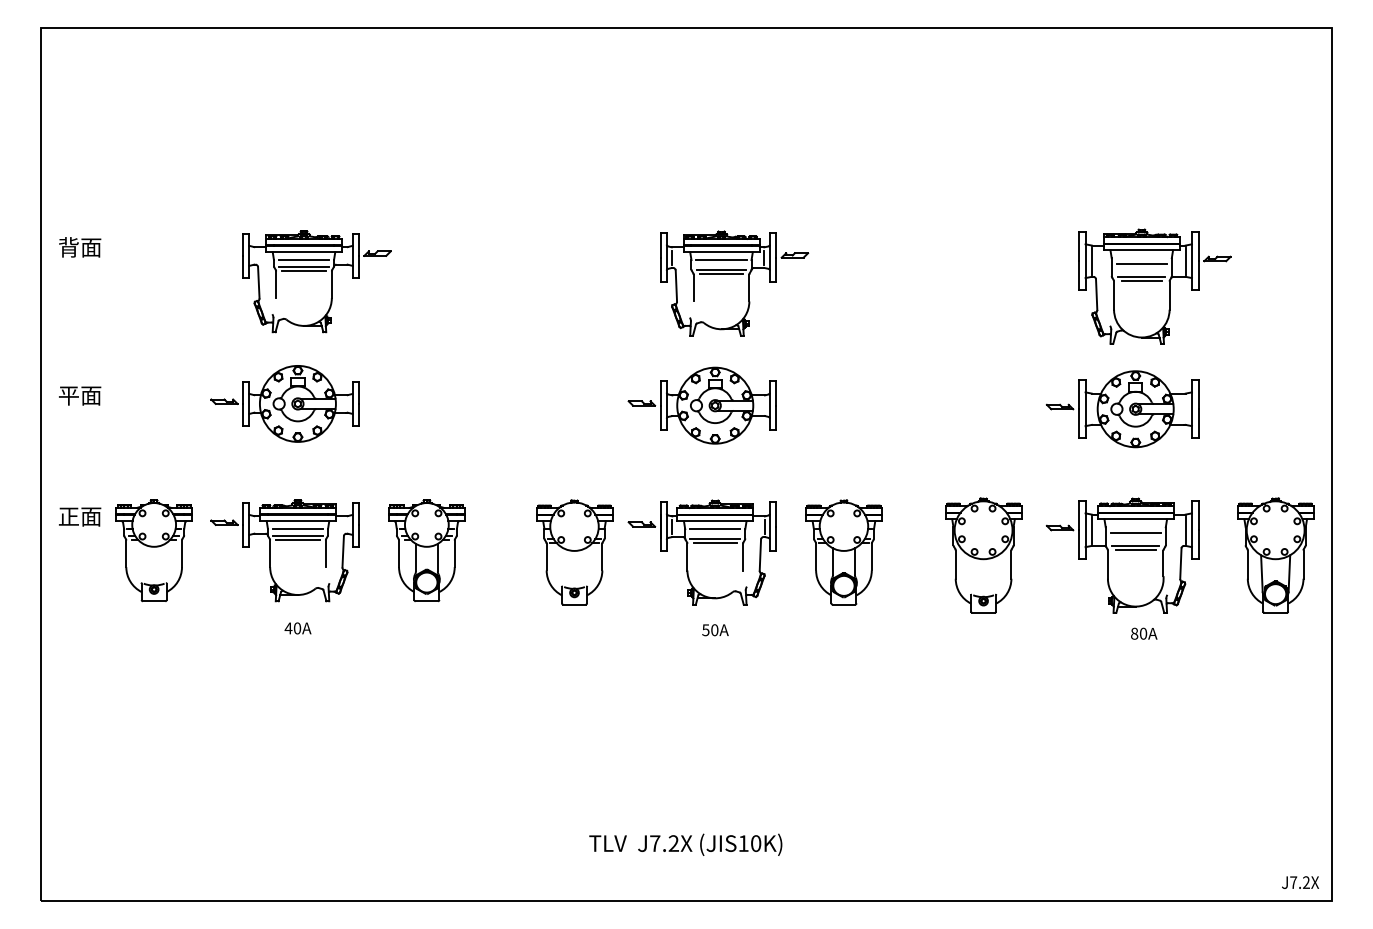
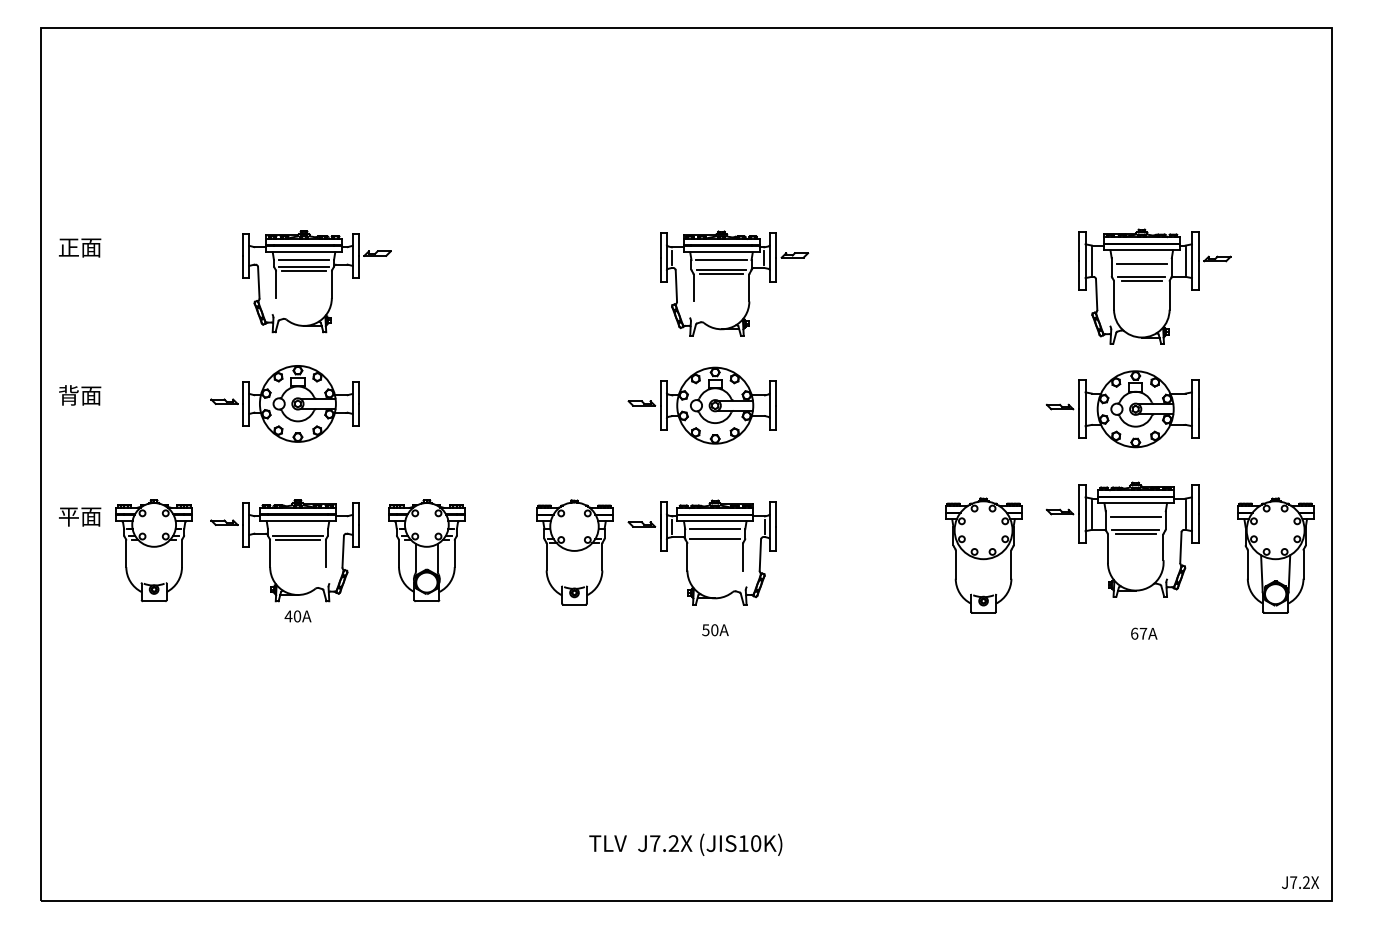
text at (68, 247): 背面 -> 正面
text at (68, 395): 平面 -> 背面
text at (68, 516): 正面 -> 平面
line at (297, 529): present -> none
line at (715, 543): present -> none
part at (843, 552): present -> none
part at (1122, 555) position: (1122, 555) -> (1122, 539)
text at (297, 628) position: (297, 628) -> (297, 616)
text at (1139, 633): 80A -> 67A
